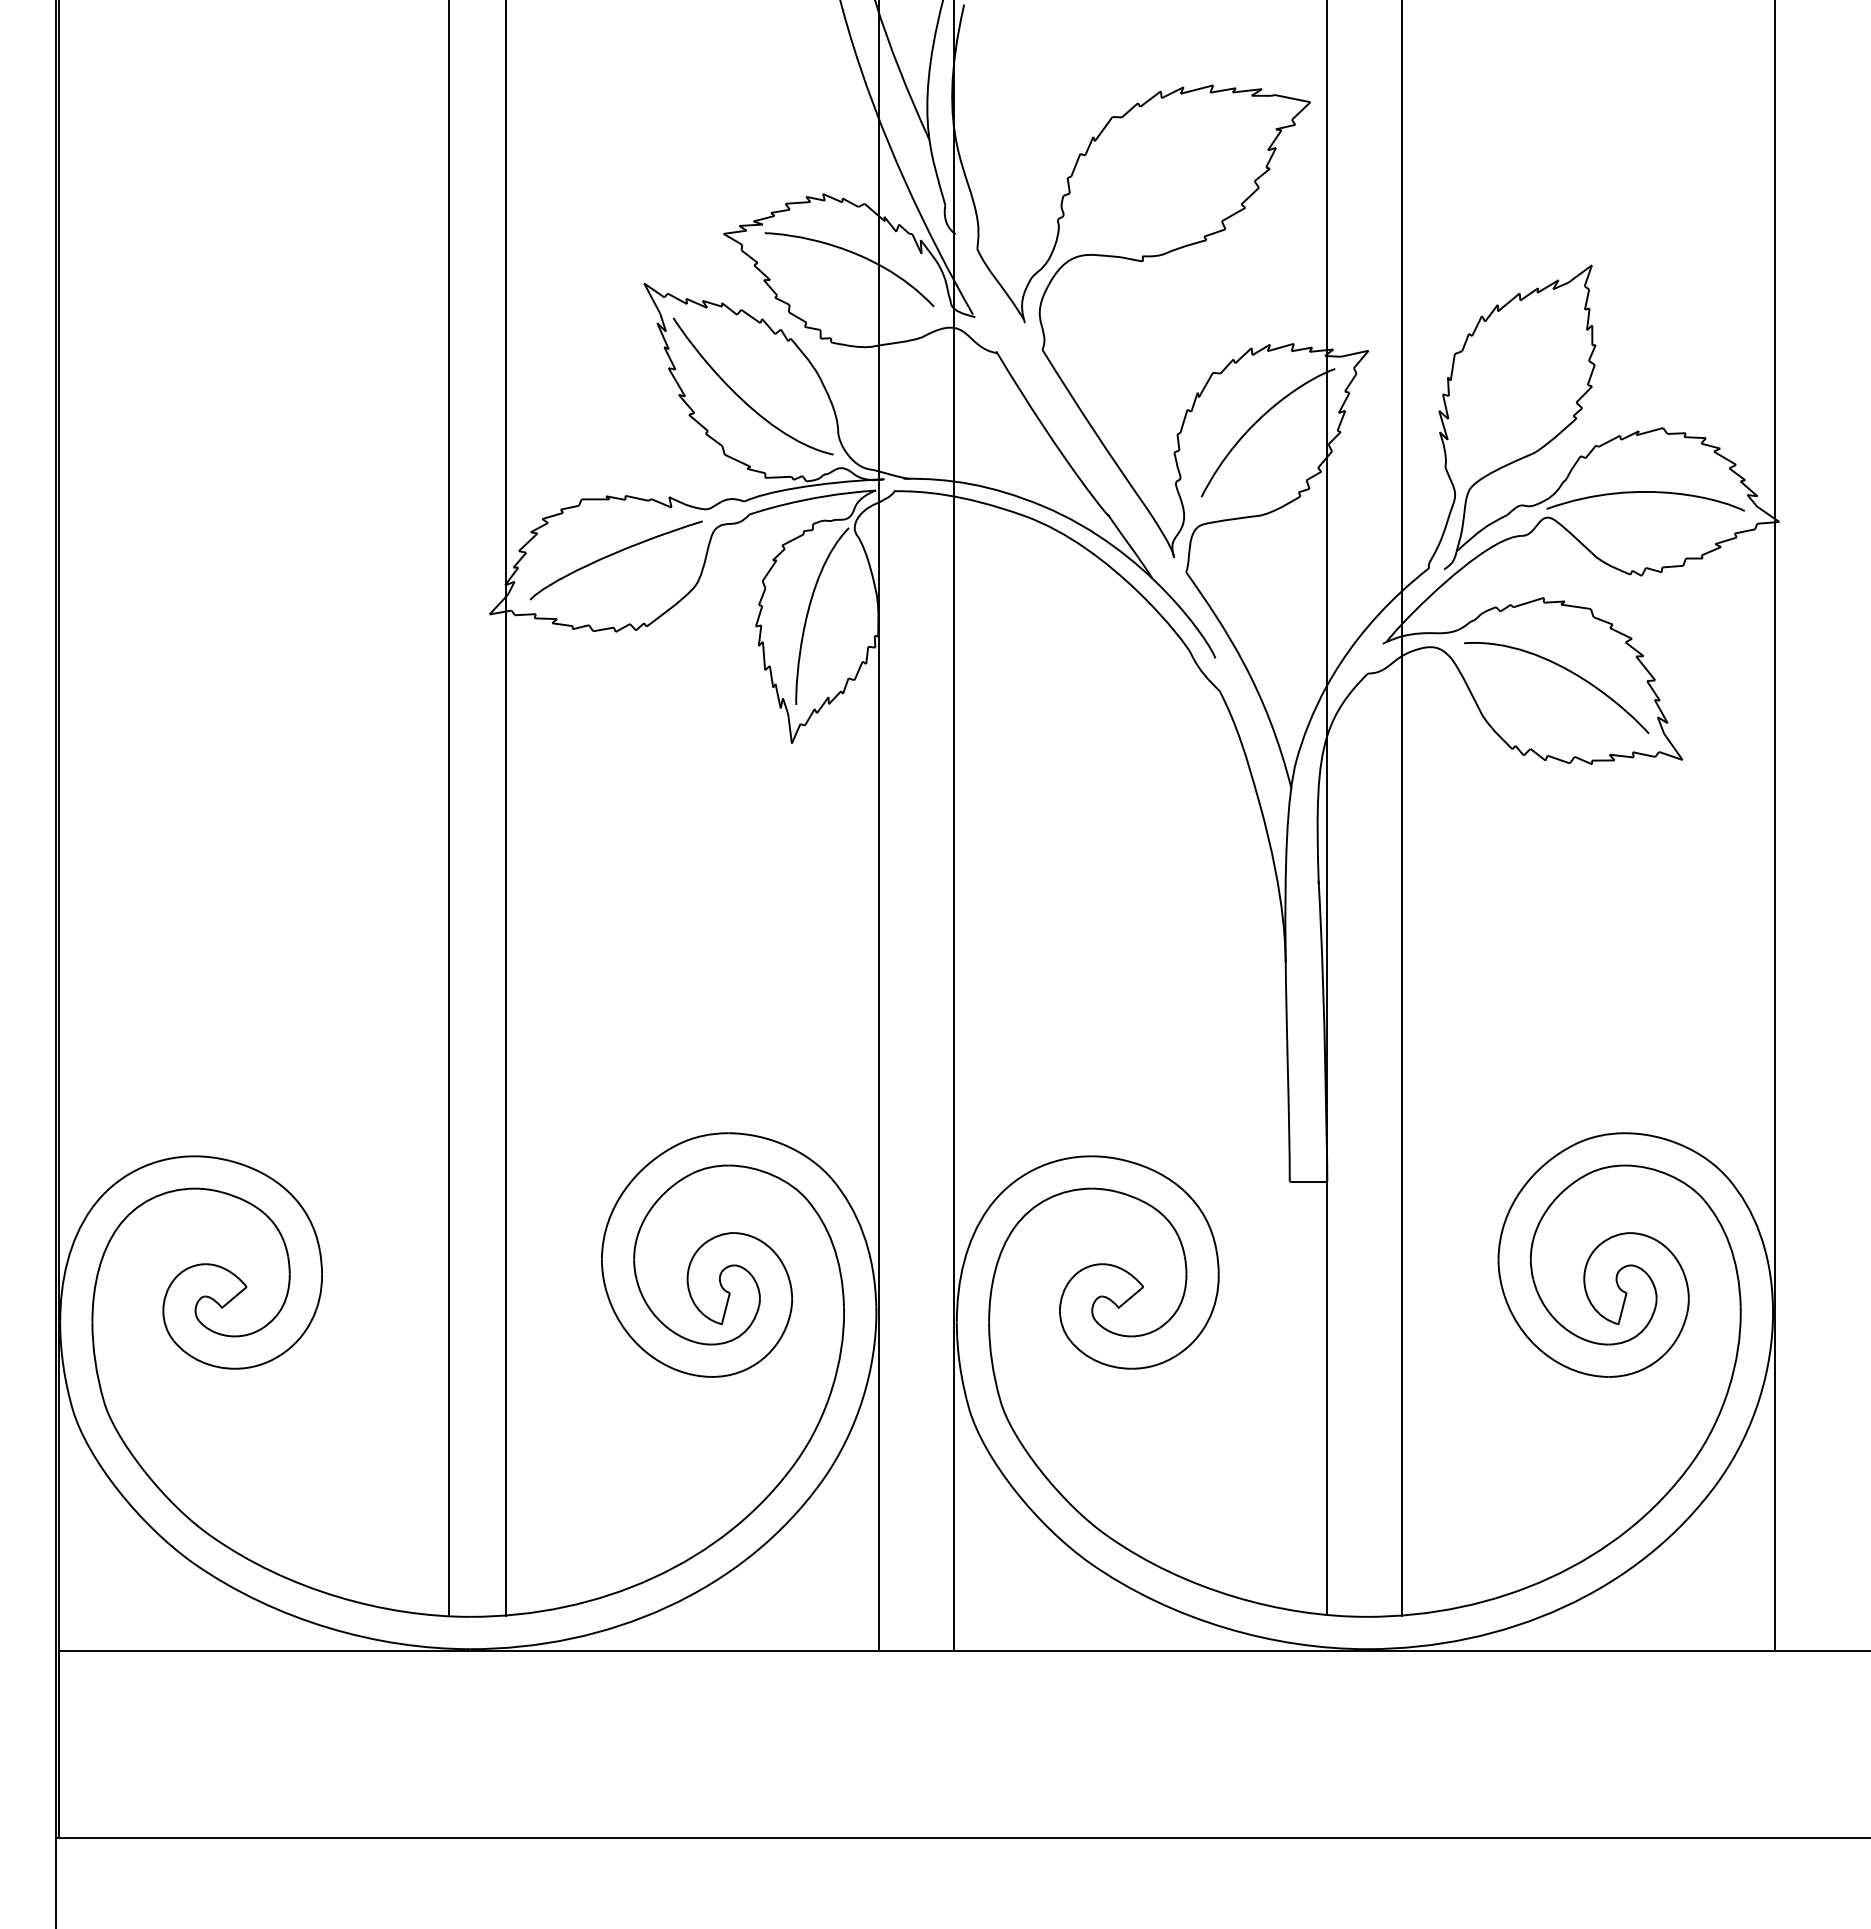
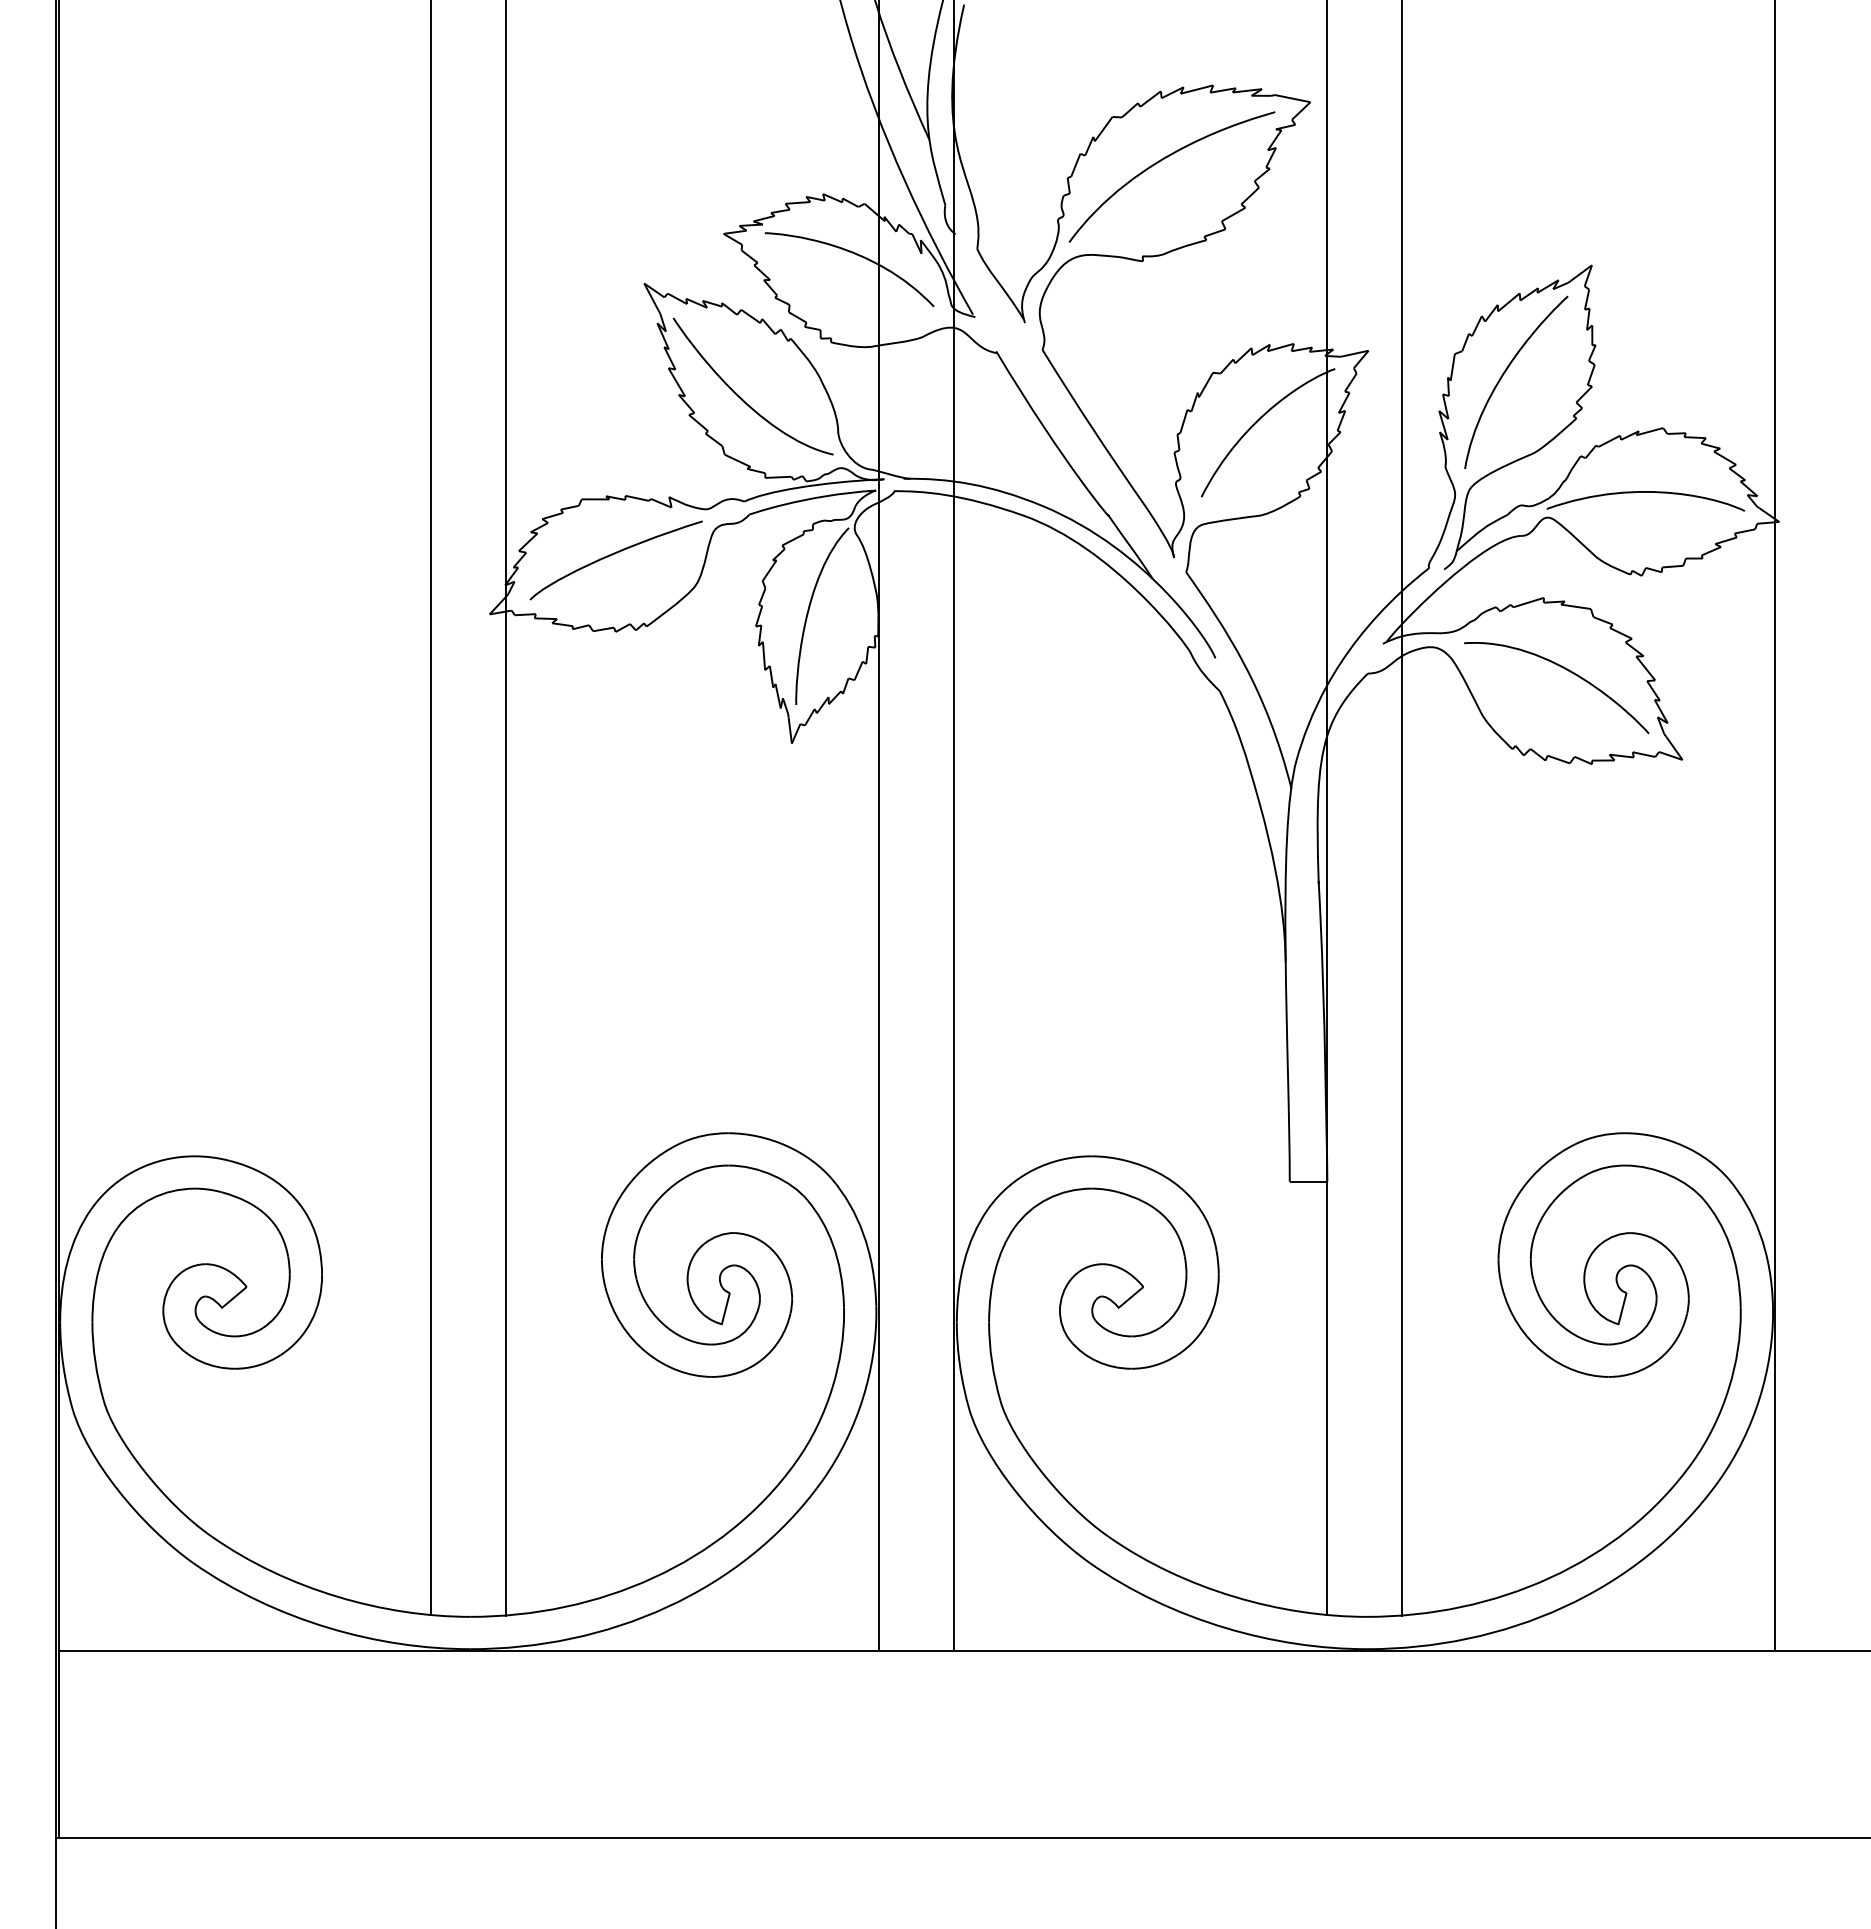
curve at (1161, 161): none -> present
curve at (1504, 374): none -> present
line at (449, 808) position: (449, 808) -> (431, 808)
